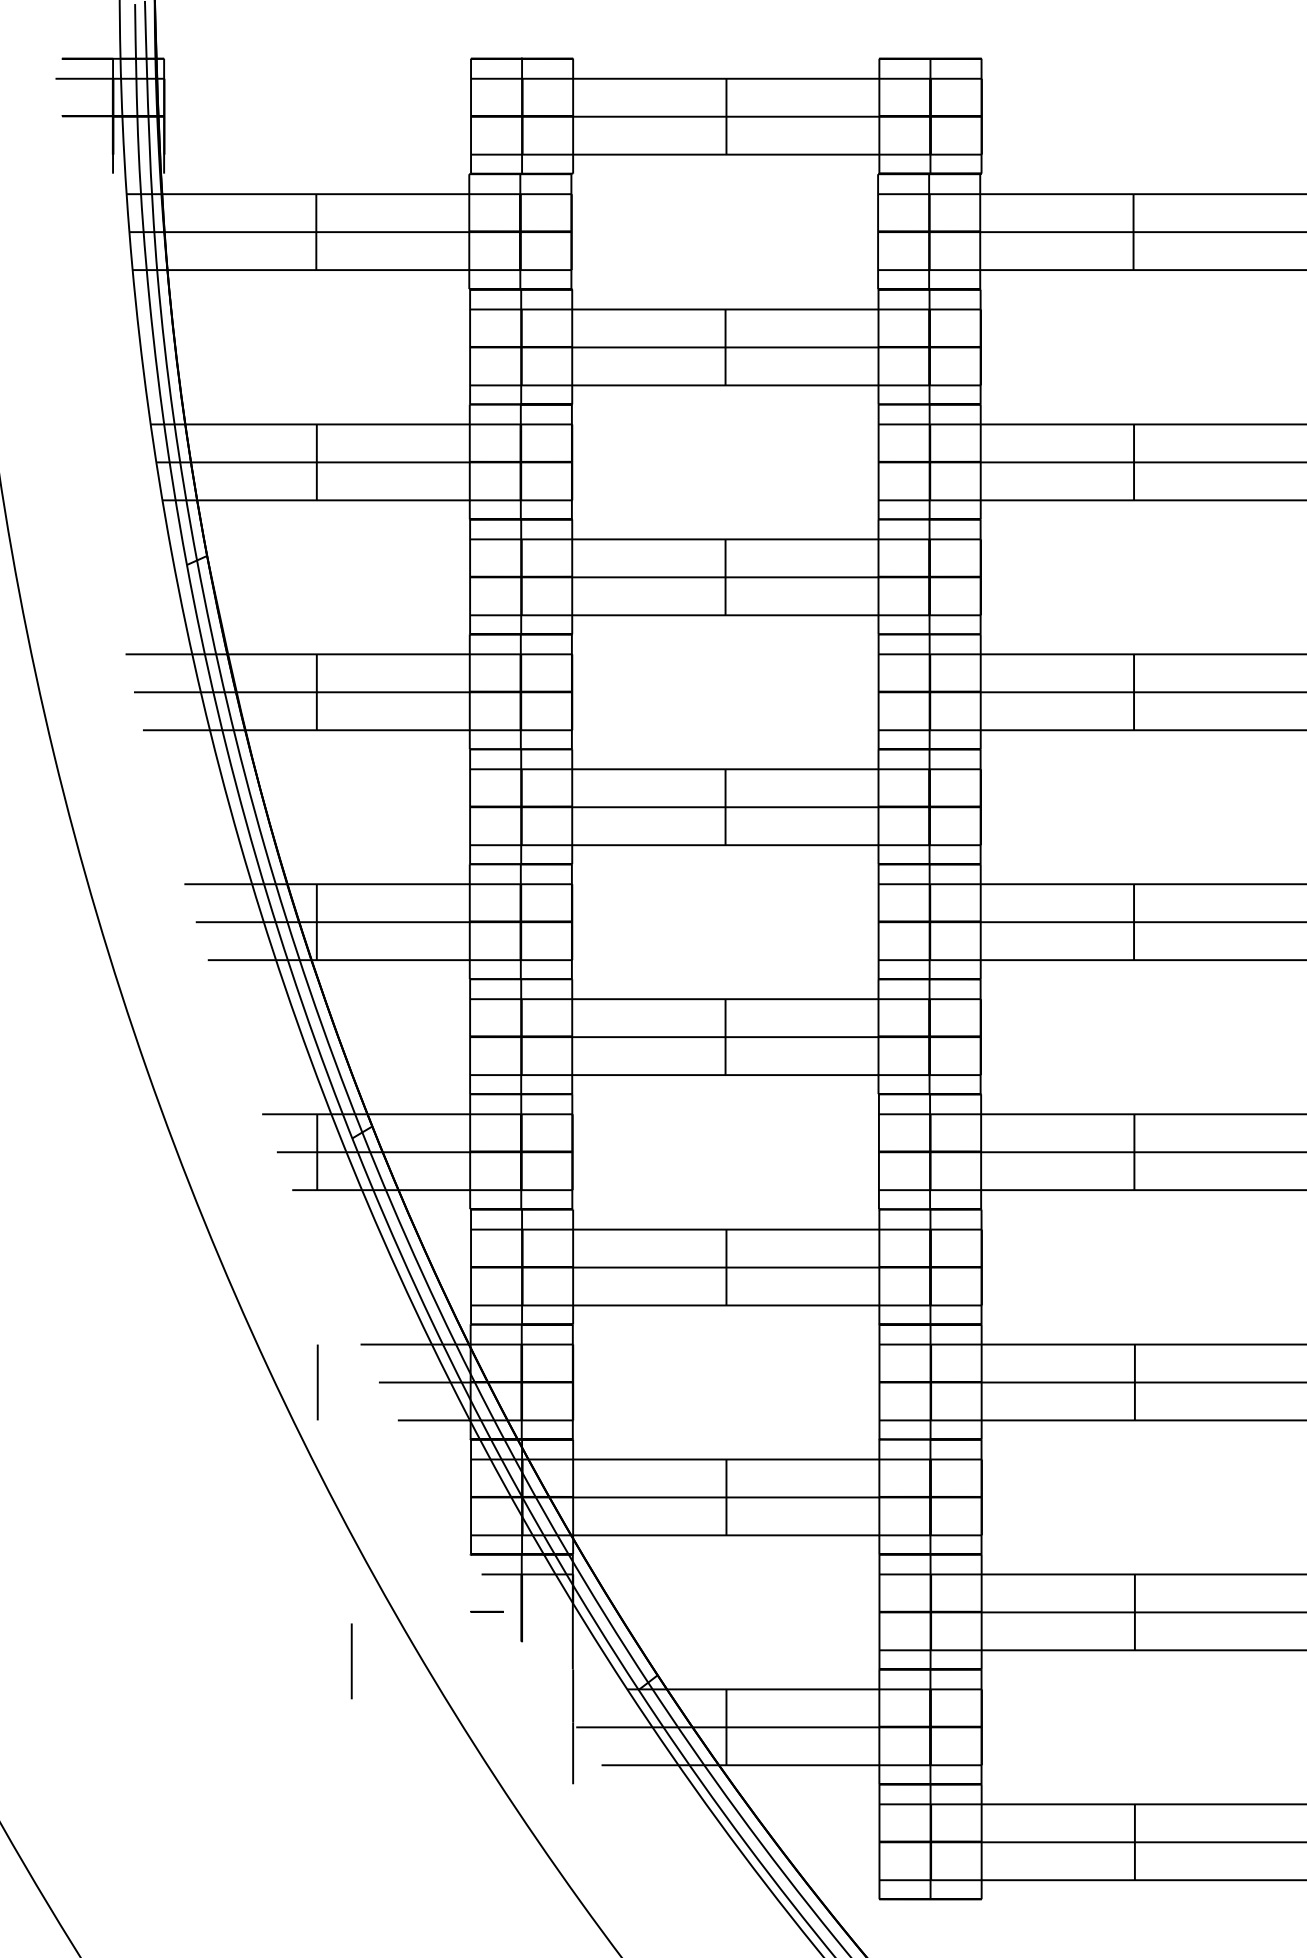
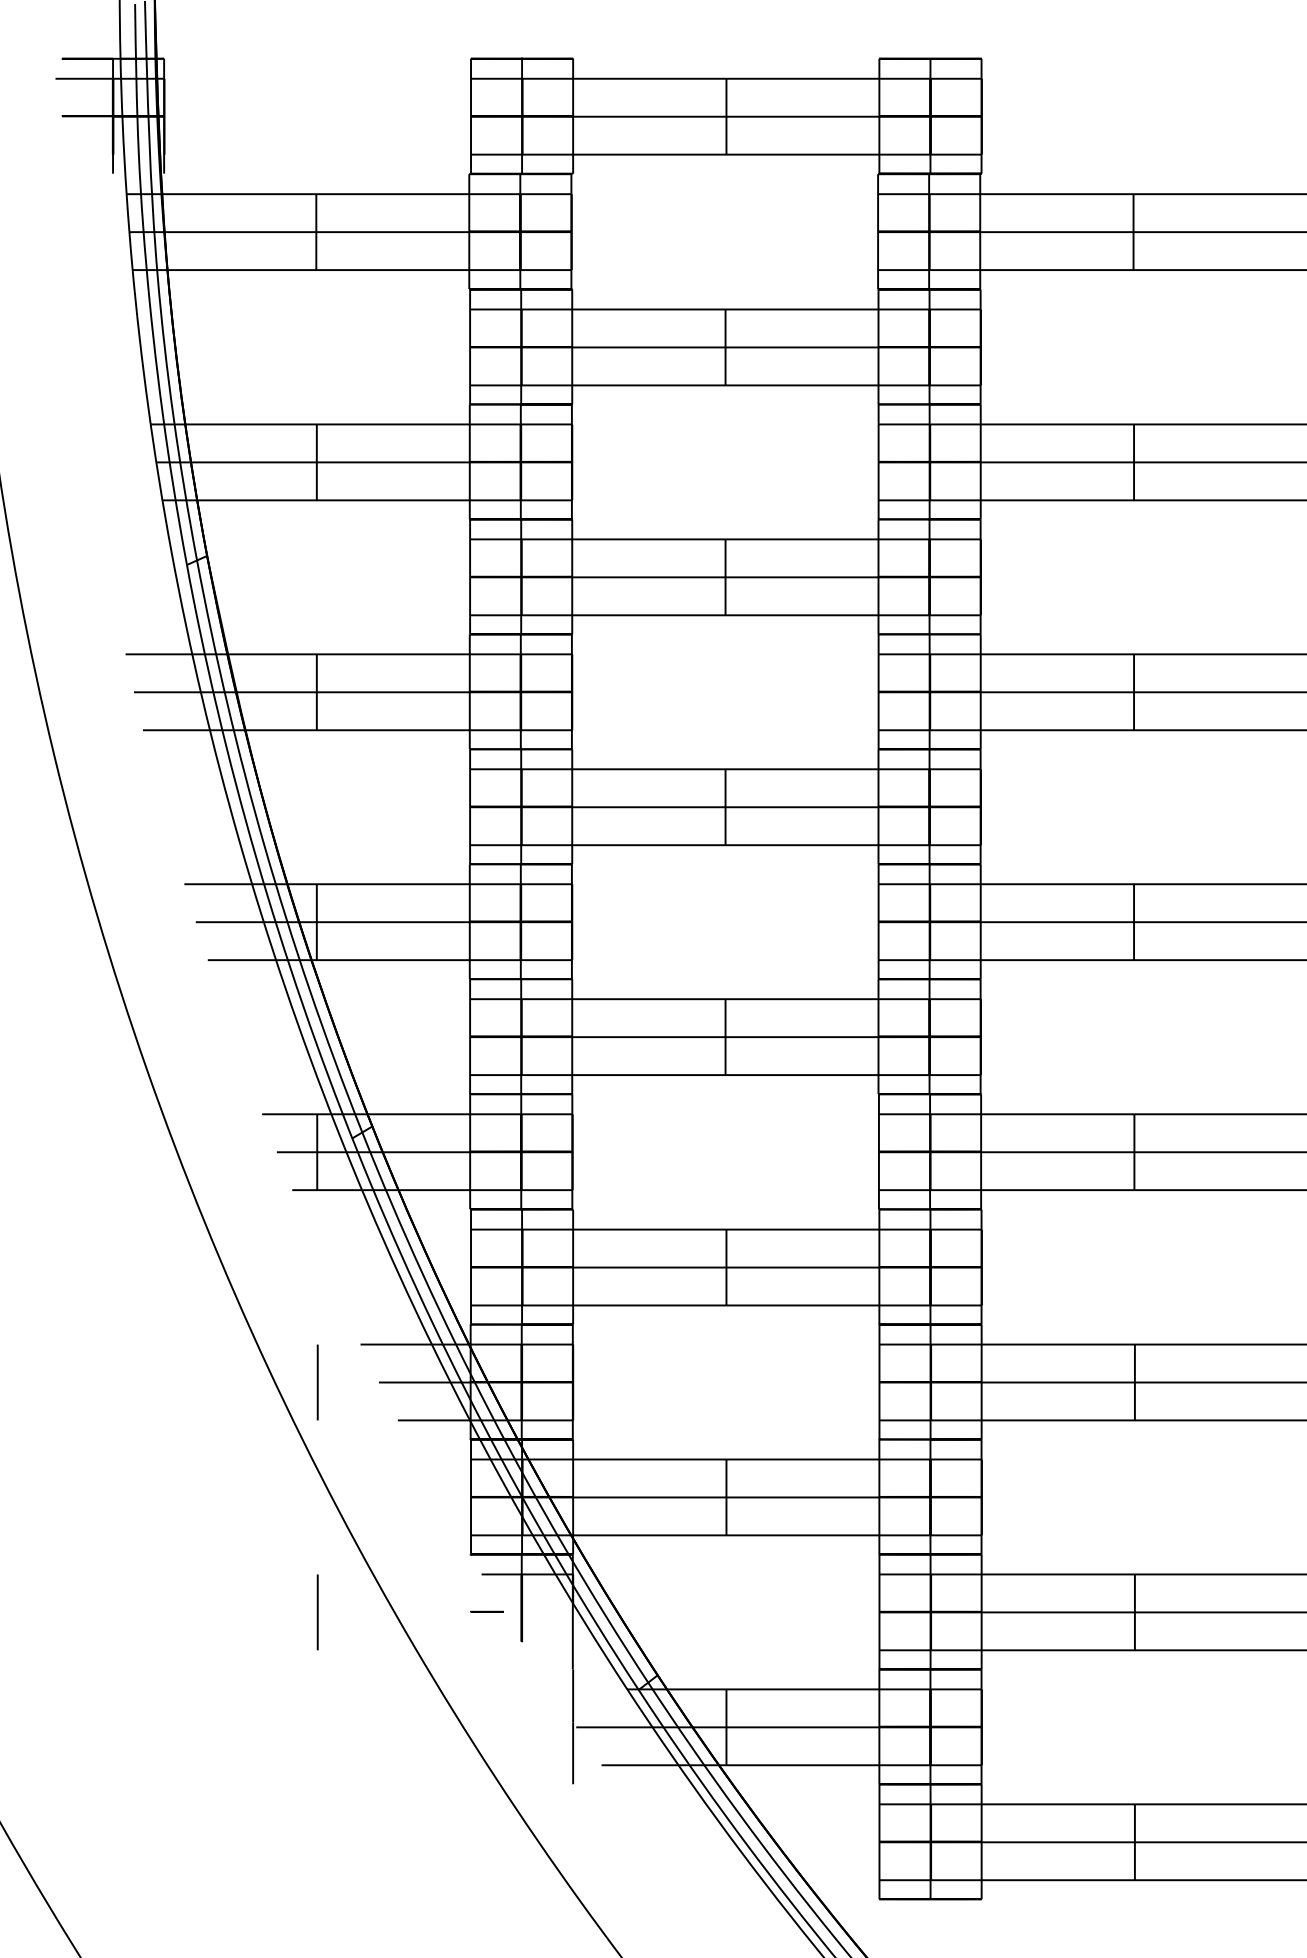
line at (351, 1661) position: (351, 1661) -> (317, 1612)
